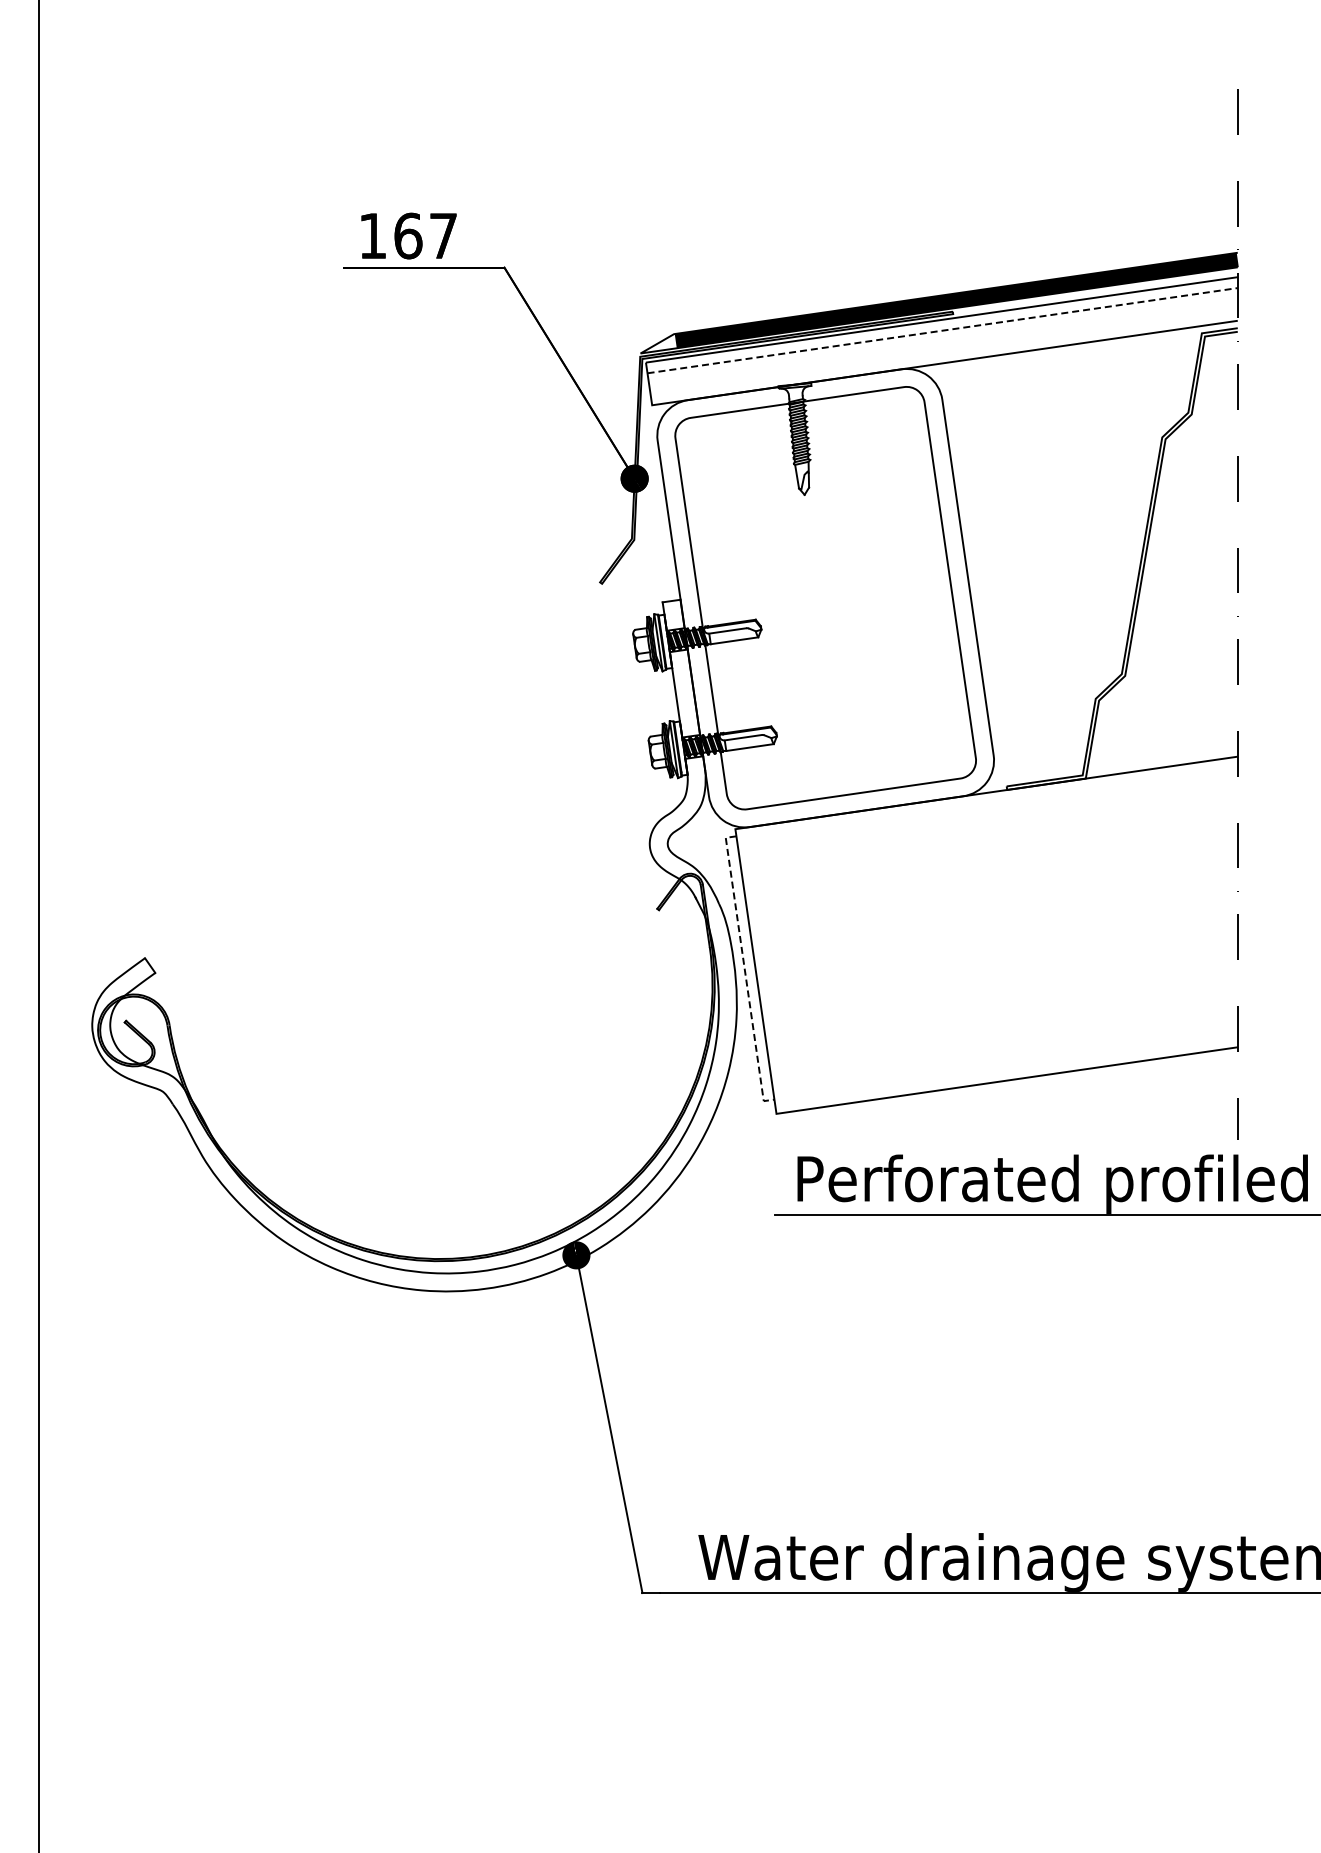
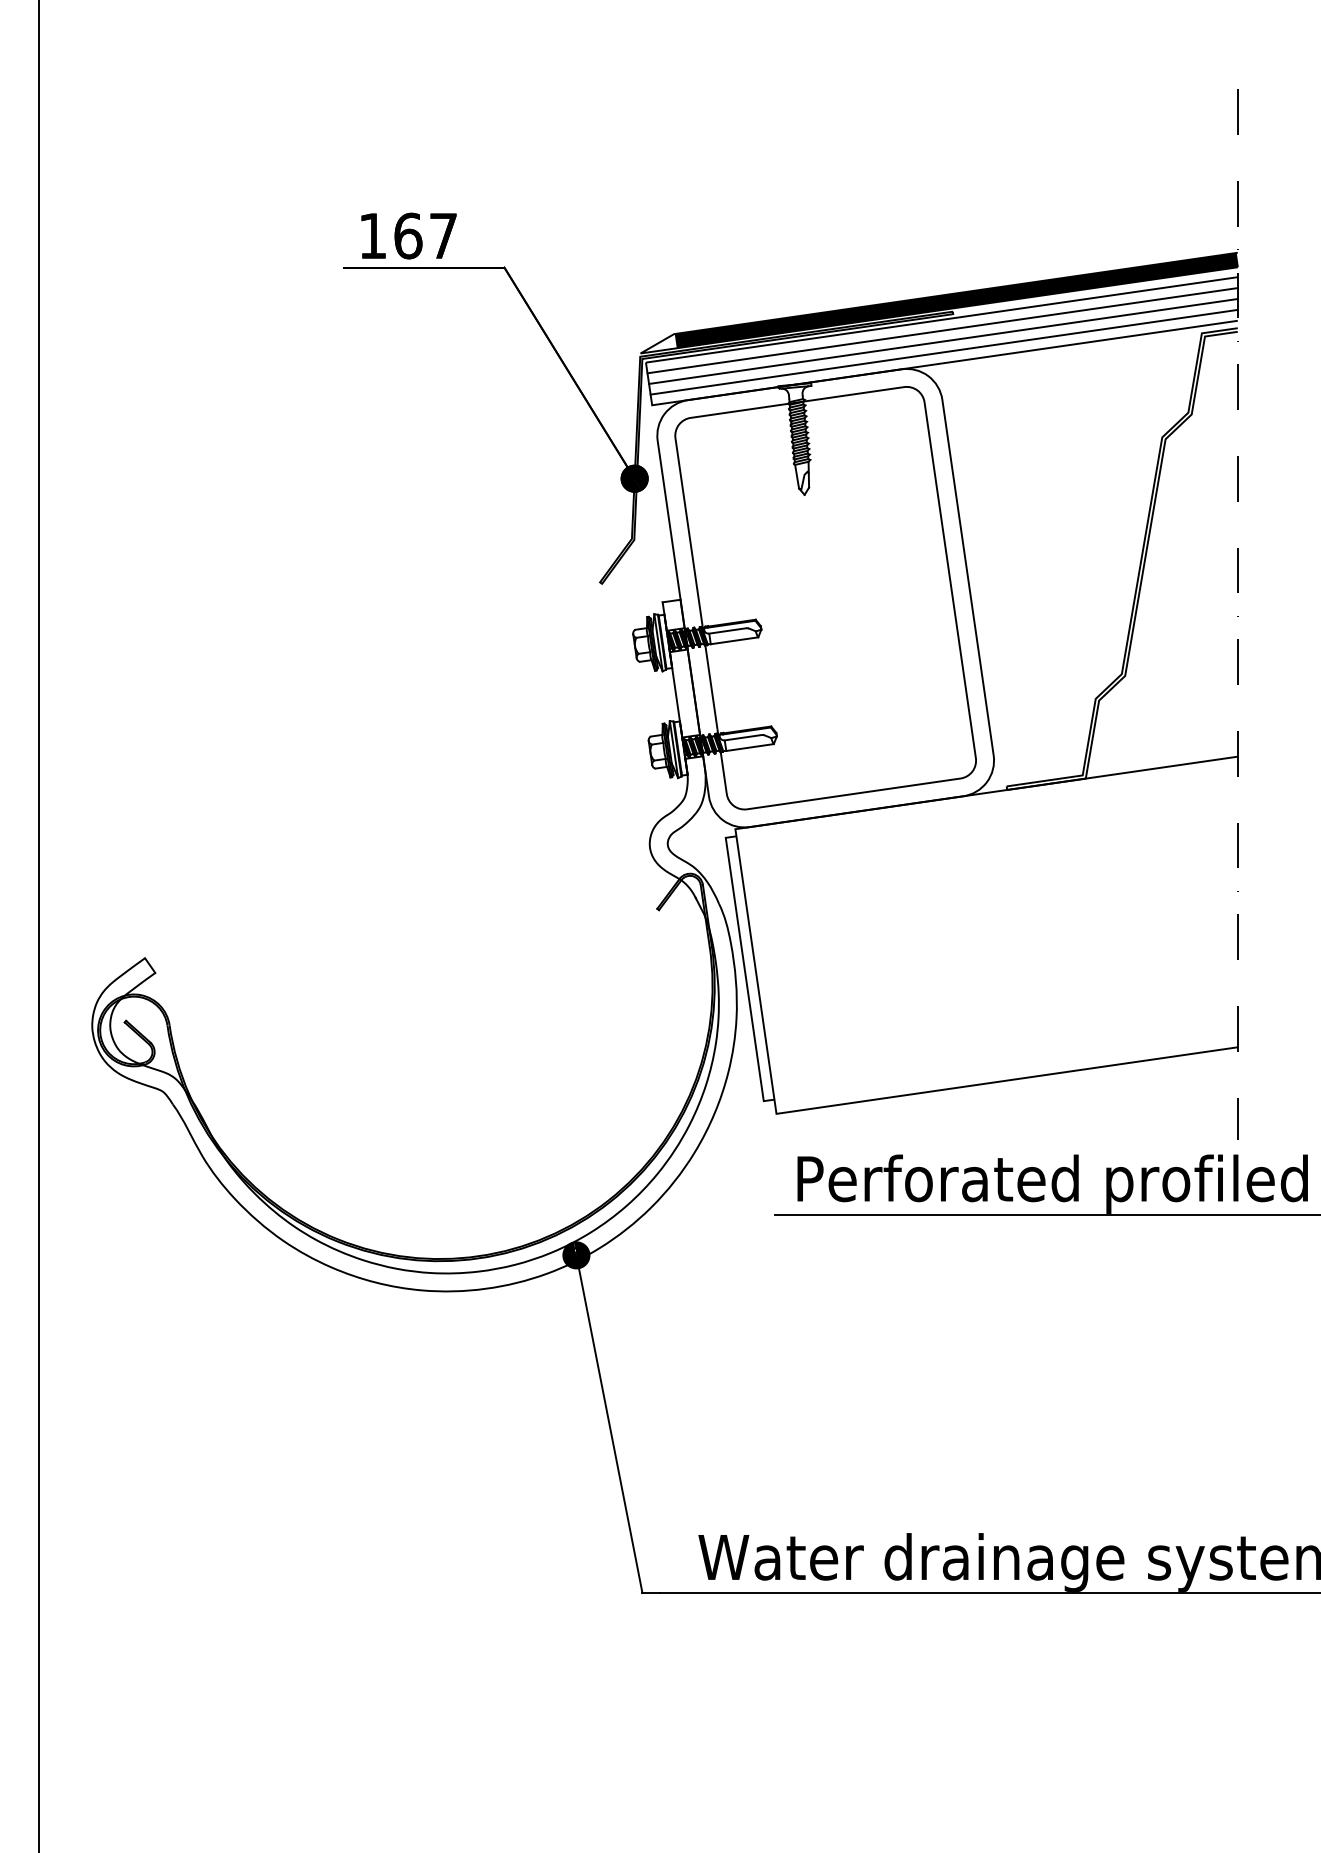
line at (943, 330): dashed -> solid
line at (943, 341): none -> present
line at (943, 351): none -> present
line at (744, 969): dashed -> solid
